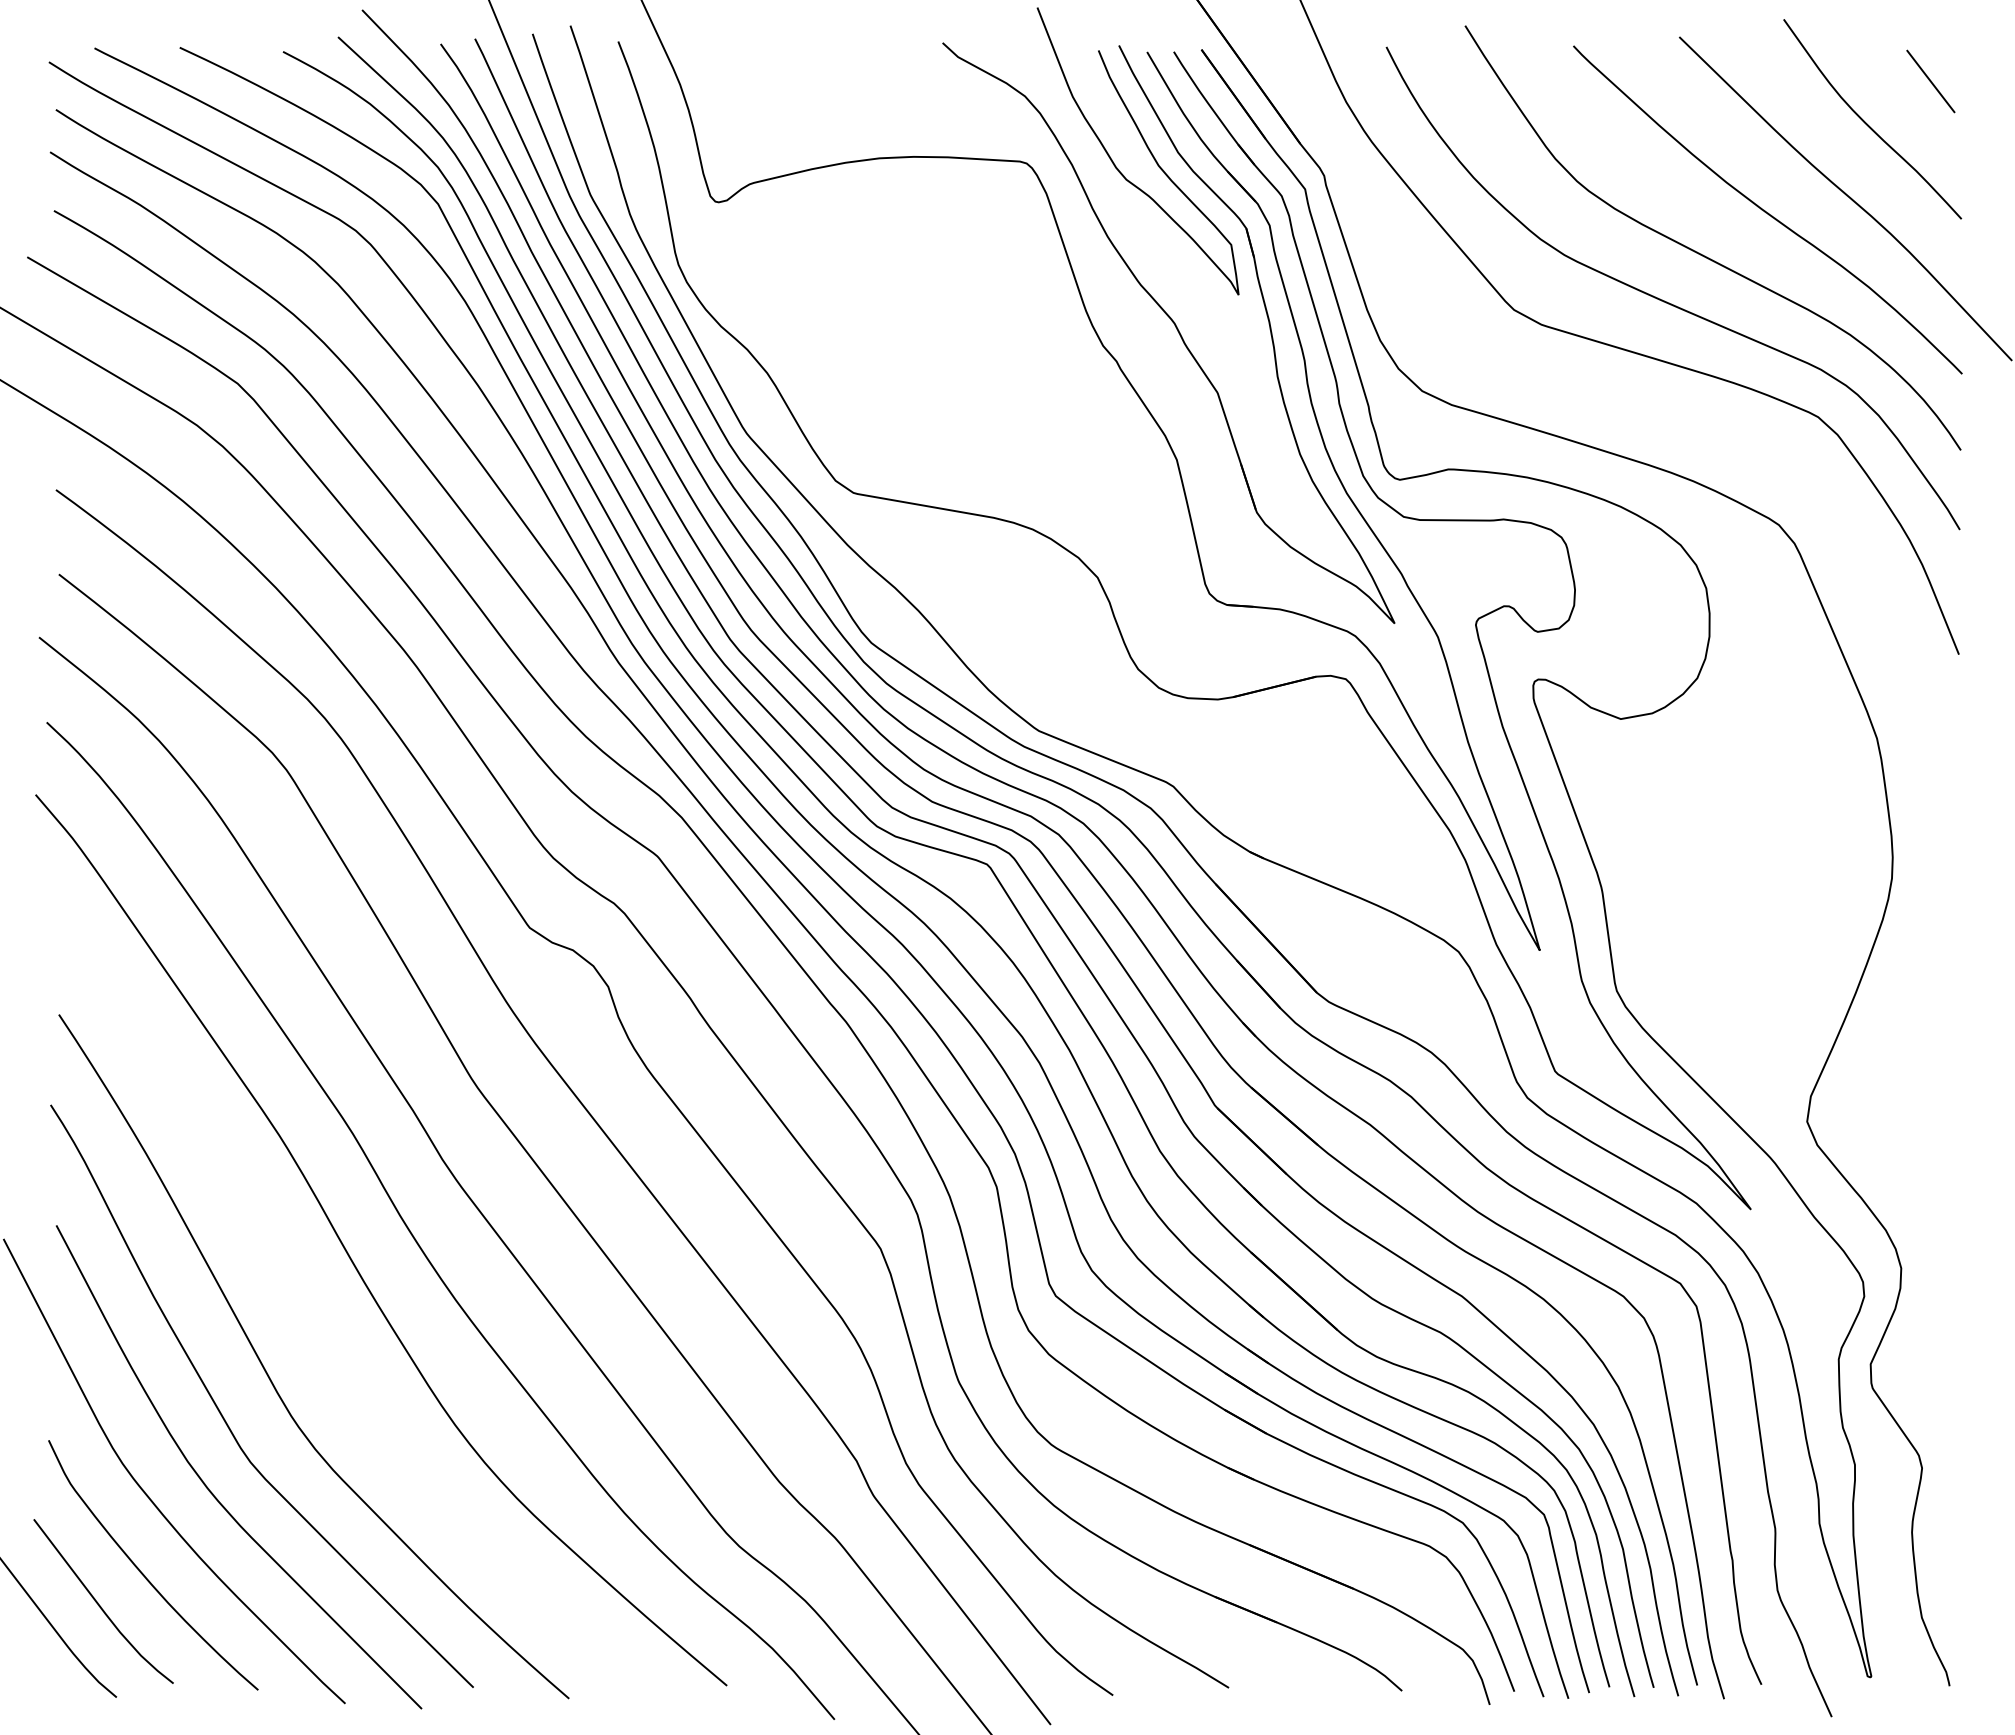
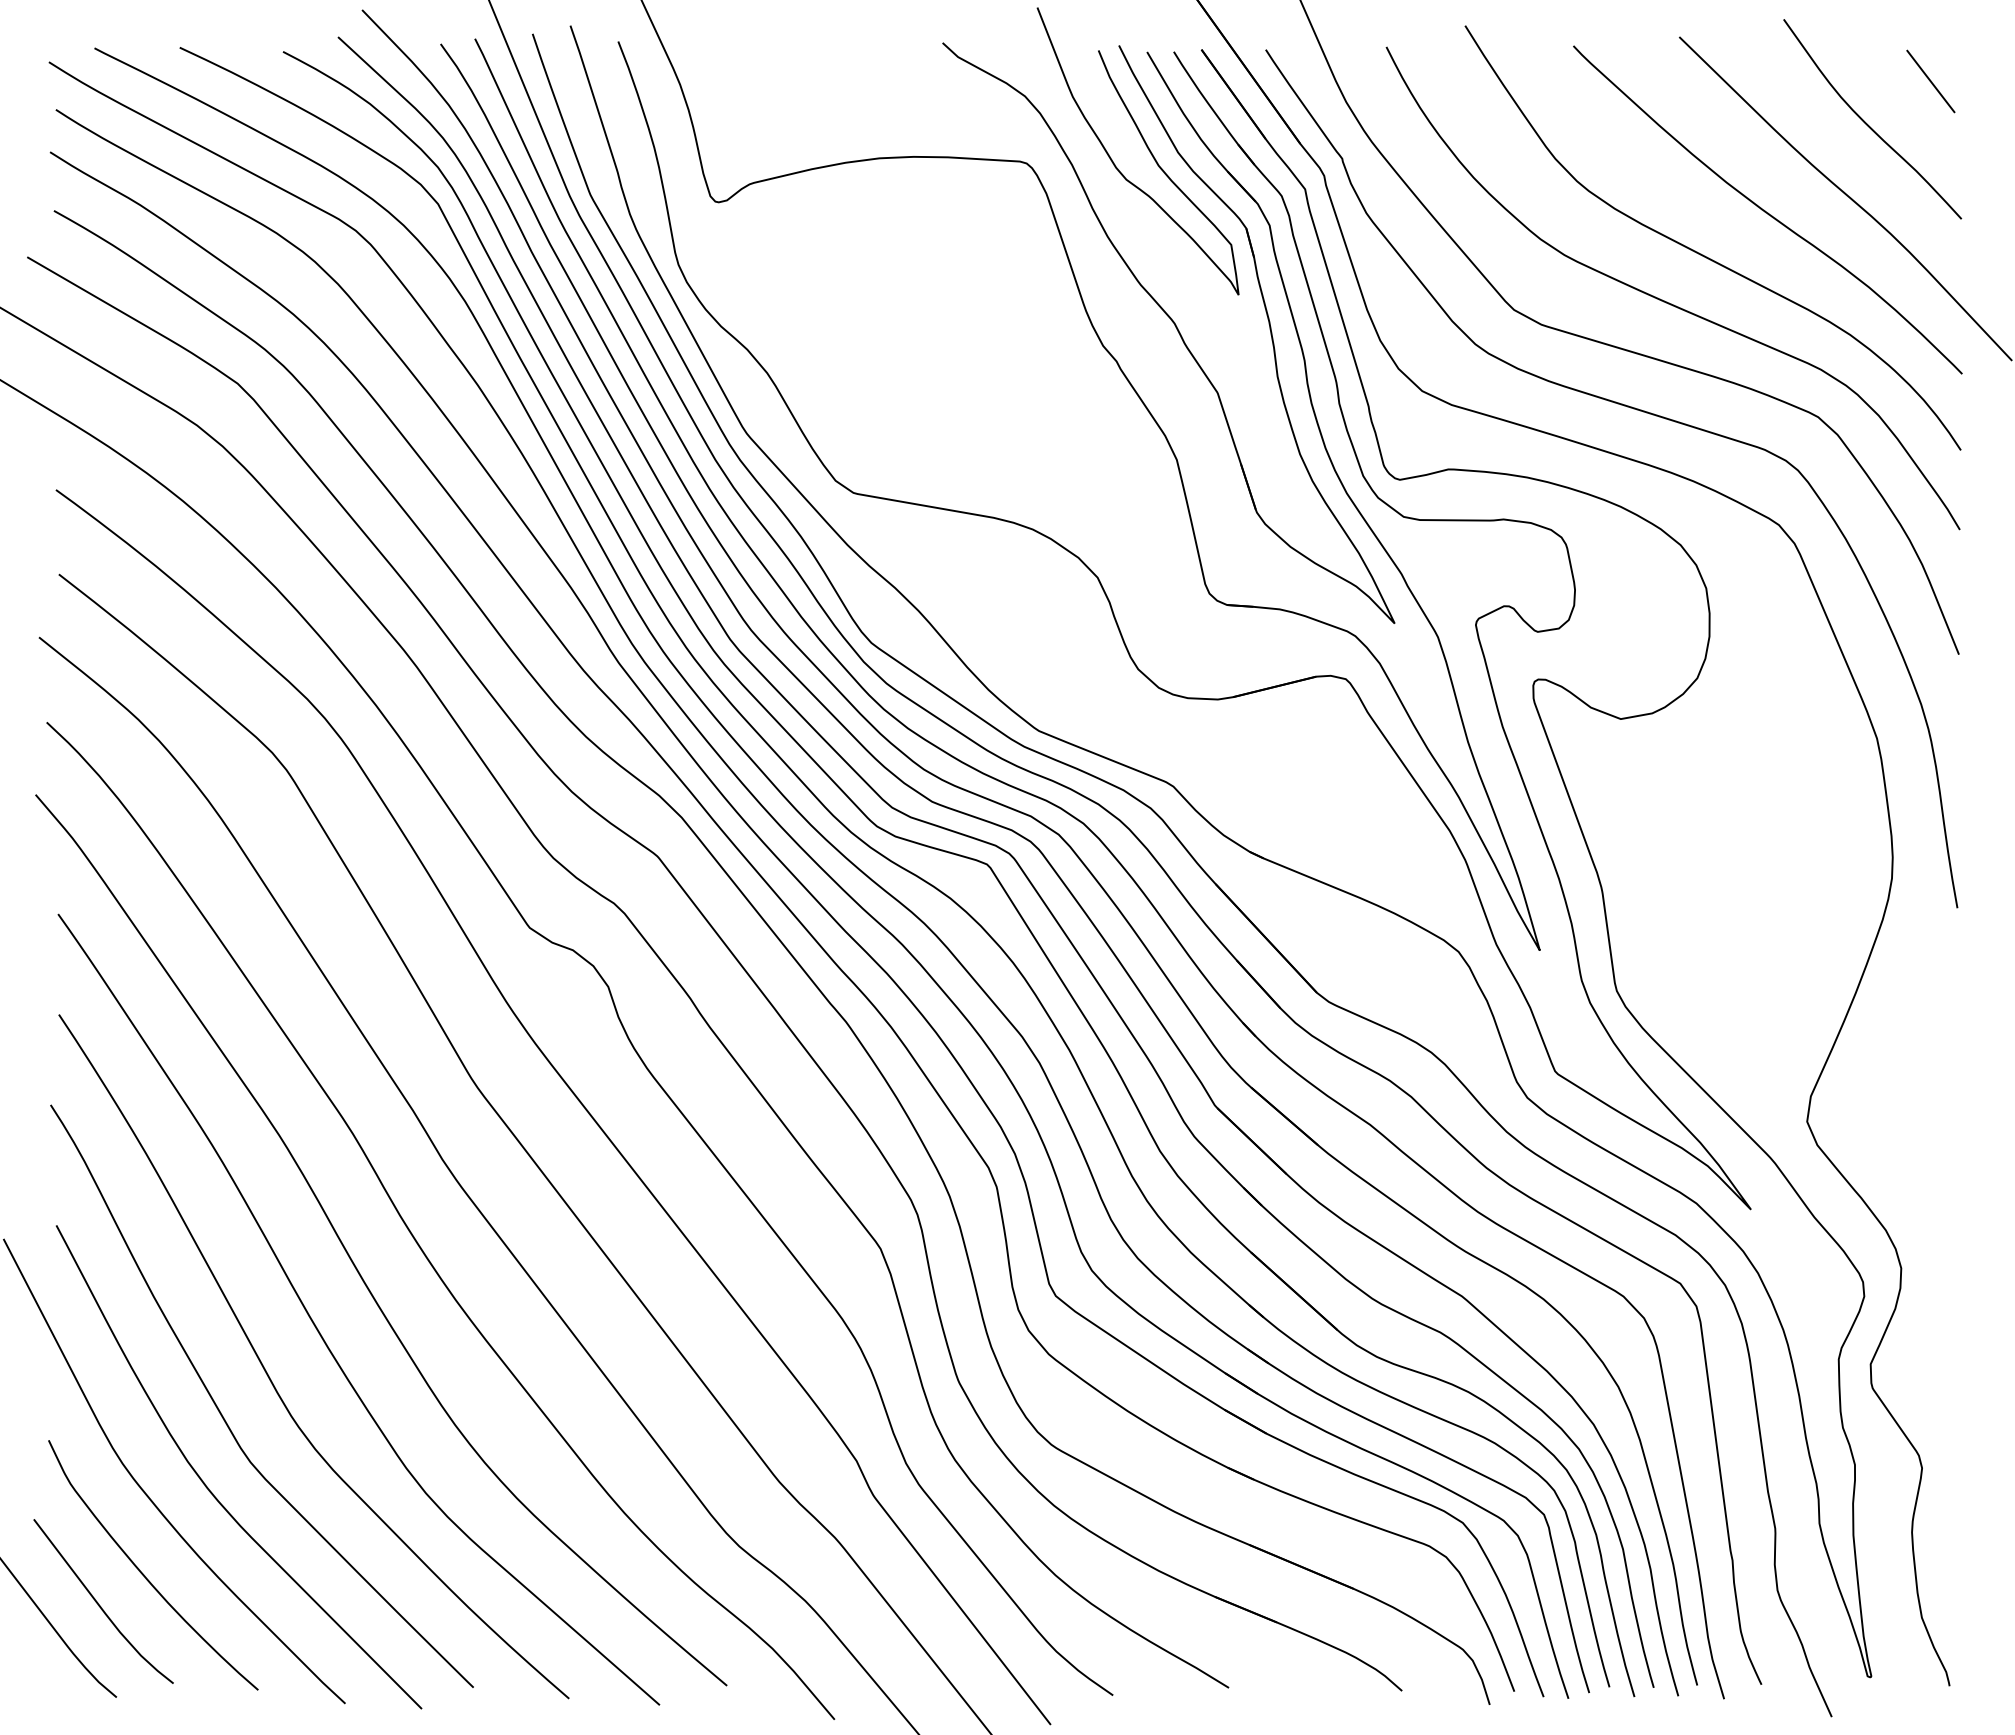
curve at (1633, 409): none -> present
curve at (320, 1332): none -> present
